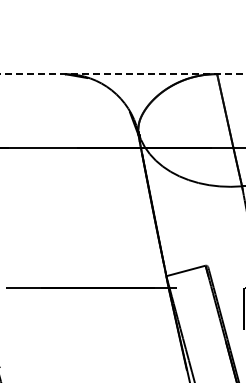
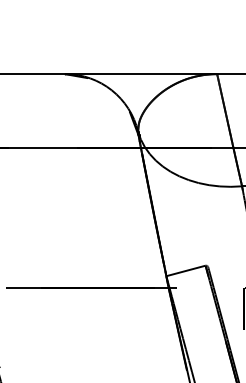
line at (123, 74): dashed -> solid
